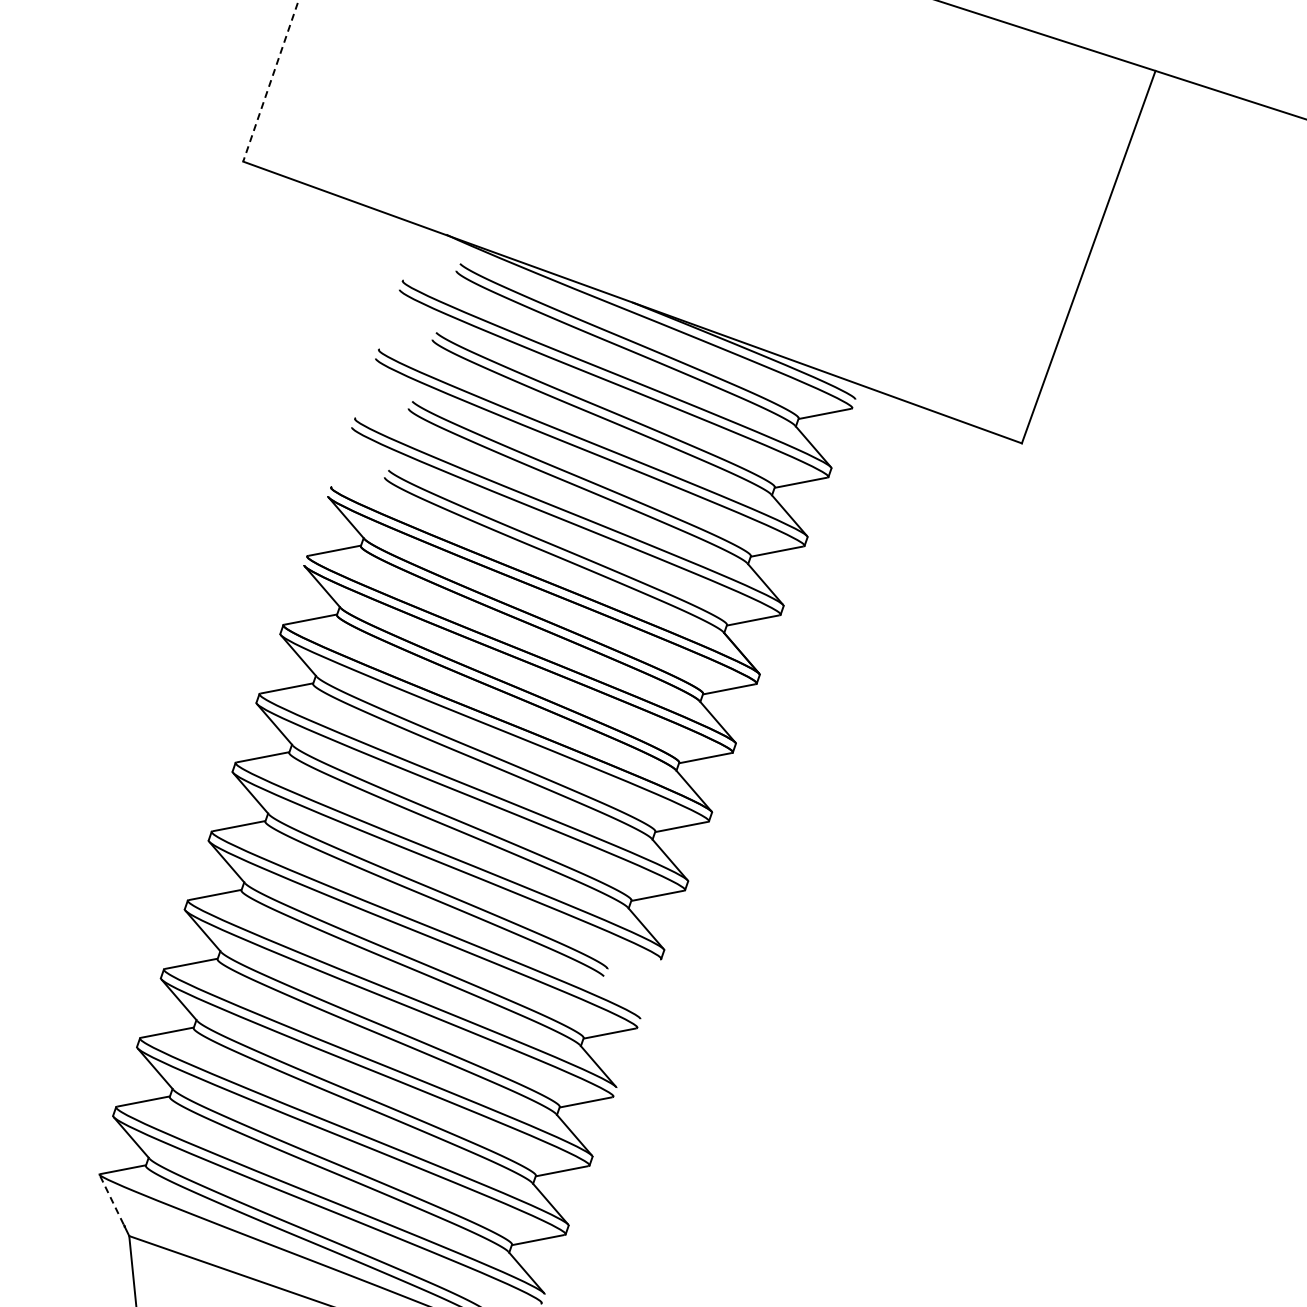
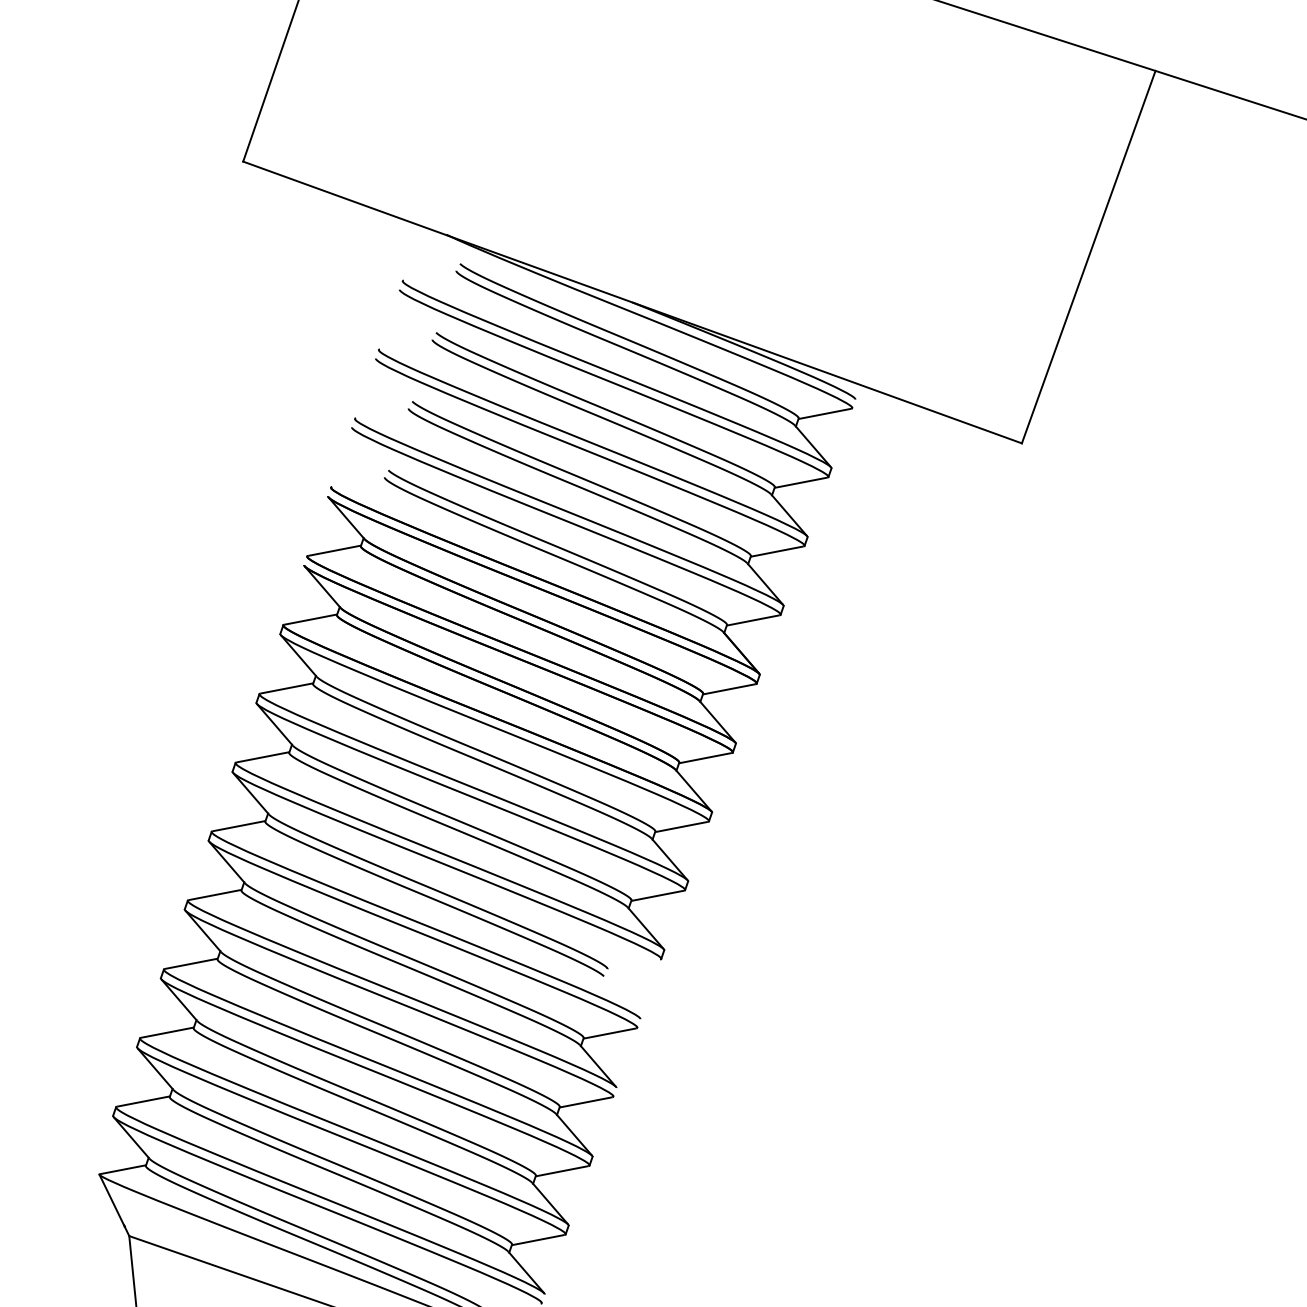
line at (270, 81): dashed -> solid
line at (111, 1199): dashed -> solid
